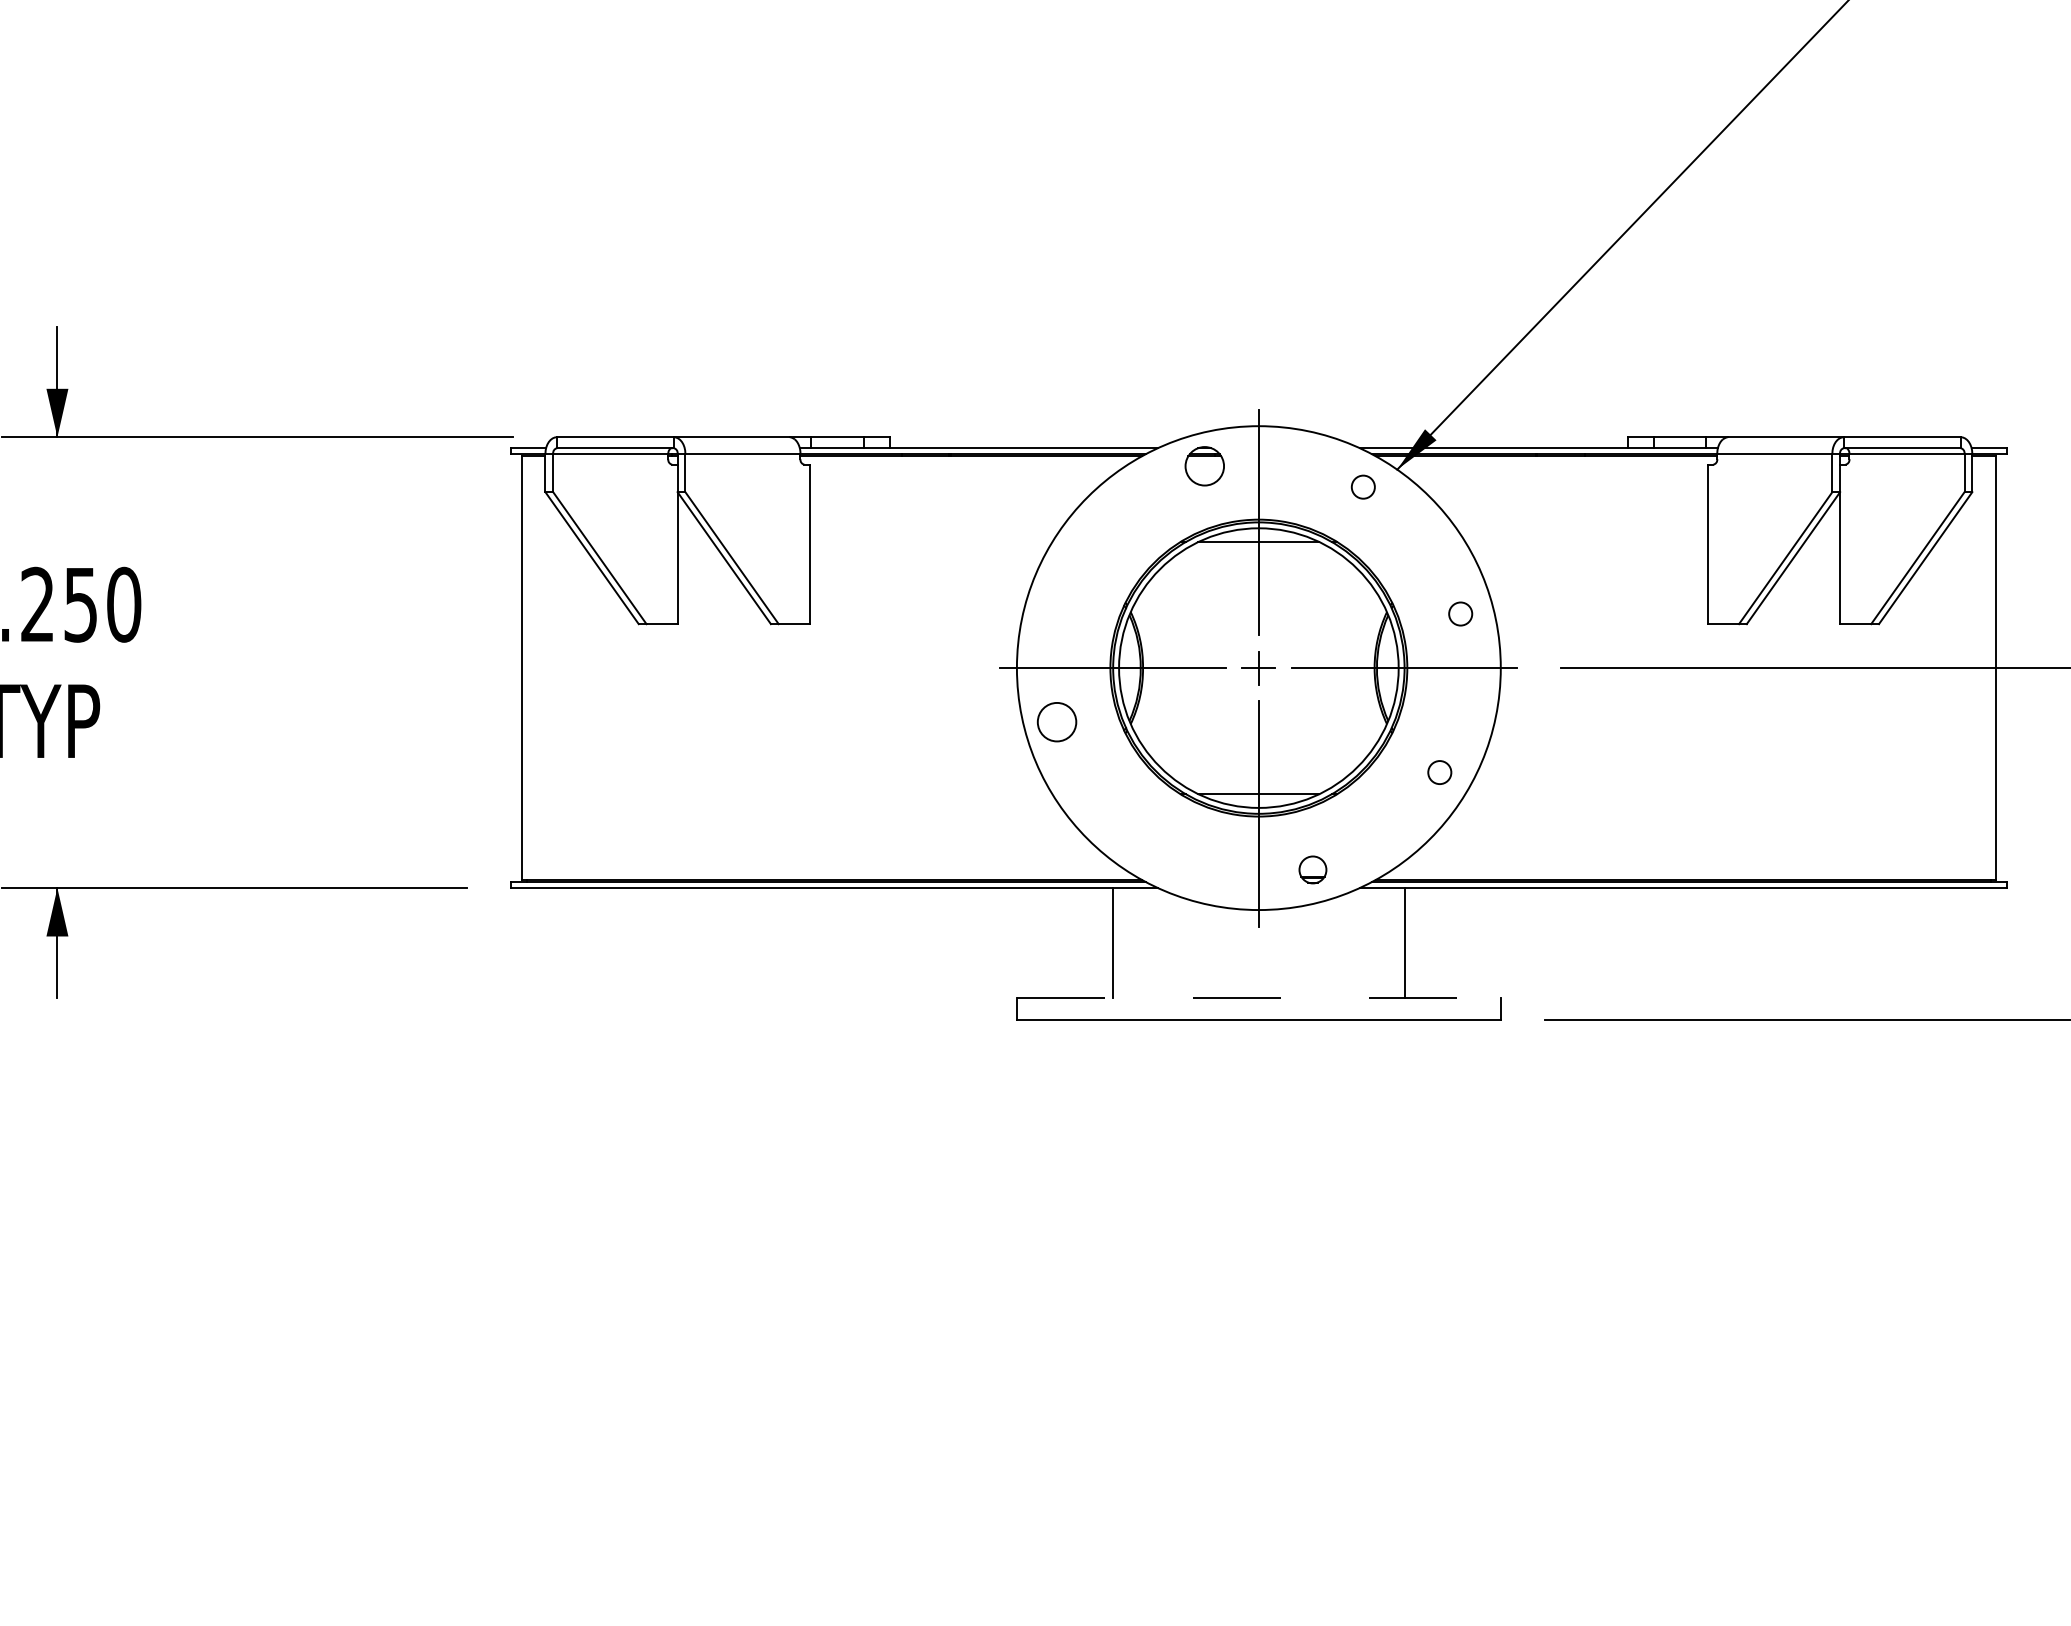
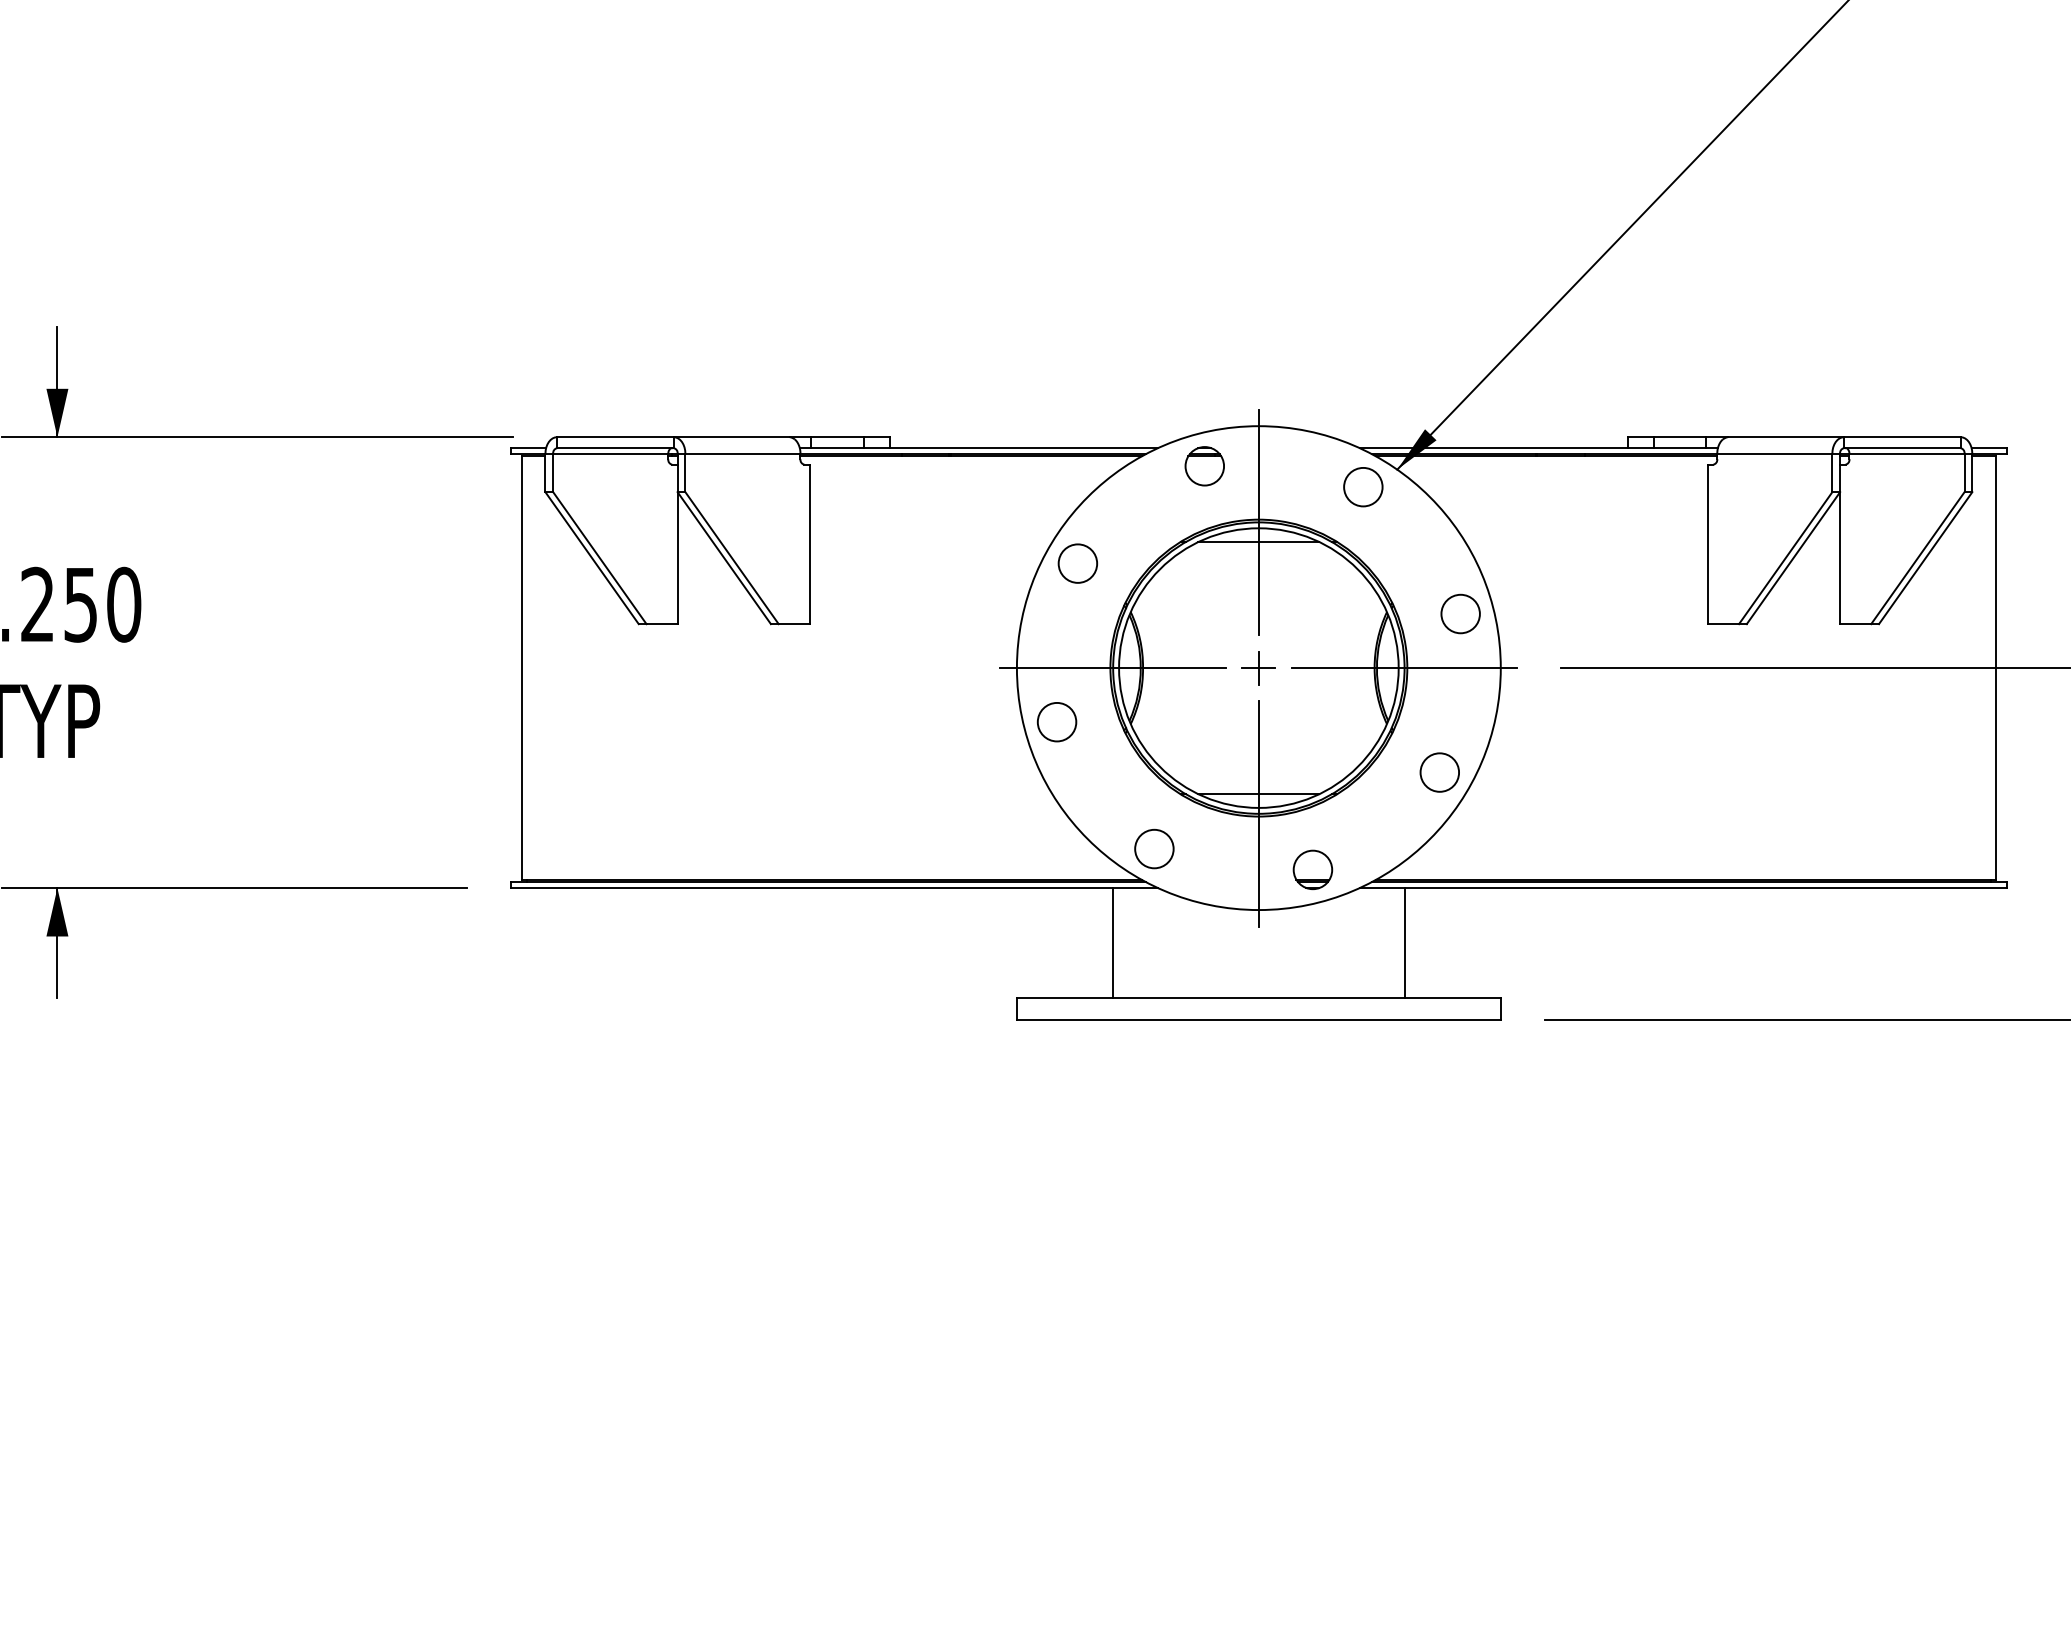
circle at (1362, 486) diameter: 23 px -> 38 px
circle at (1077, 563): none -> present
circle at (1460, 613) diameter: 23 px -> 38 px
circle at (1439, 772) diameter: 23 px -> 38 px
circle at (1154, 848): none -> present
part at (1312, 869) size: 30x30 px -> 42x42 px
line at (1258, 998): dashed -> solid
